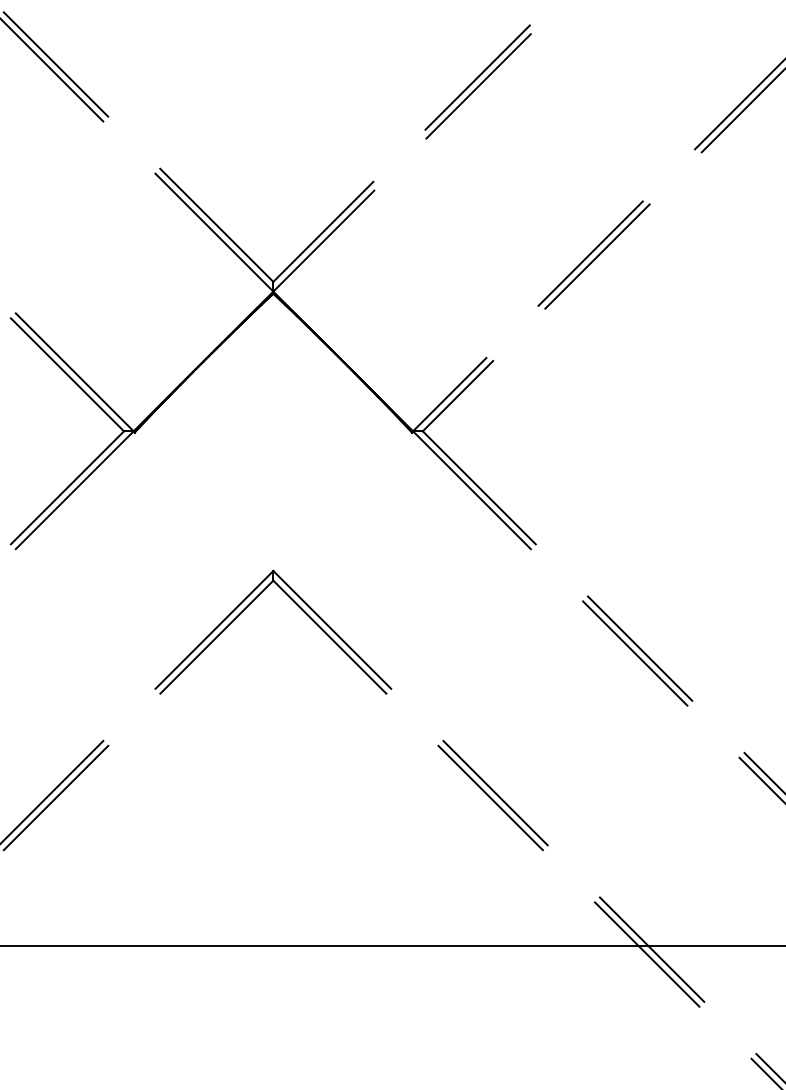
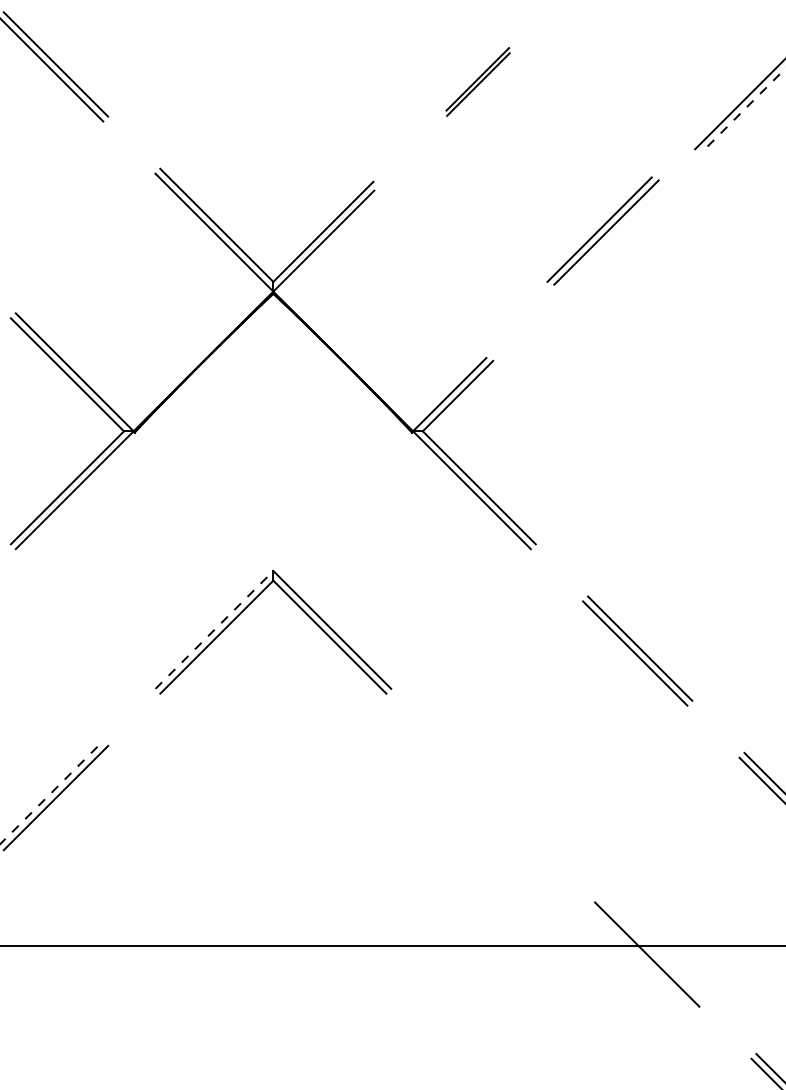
part at (477, 81) size: 108x116 px -> 66x70 px
line at (743, 110): solid -> dashed
part at (593, 254) position: (593, 254) -> (602, 230)
line at (214, 629): solid -> dashed
line at (51, 792): solid -> dashed
part at (492, 795): present -> none
line at (651, 949): present -> none
